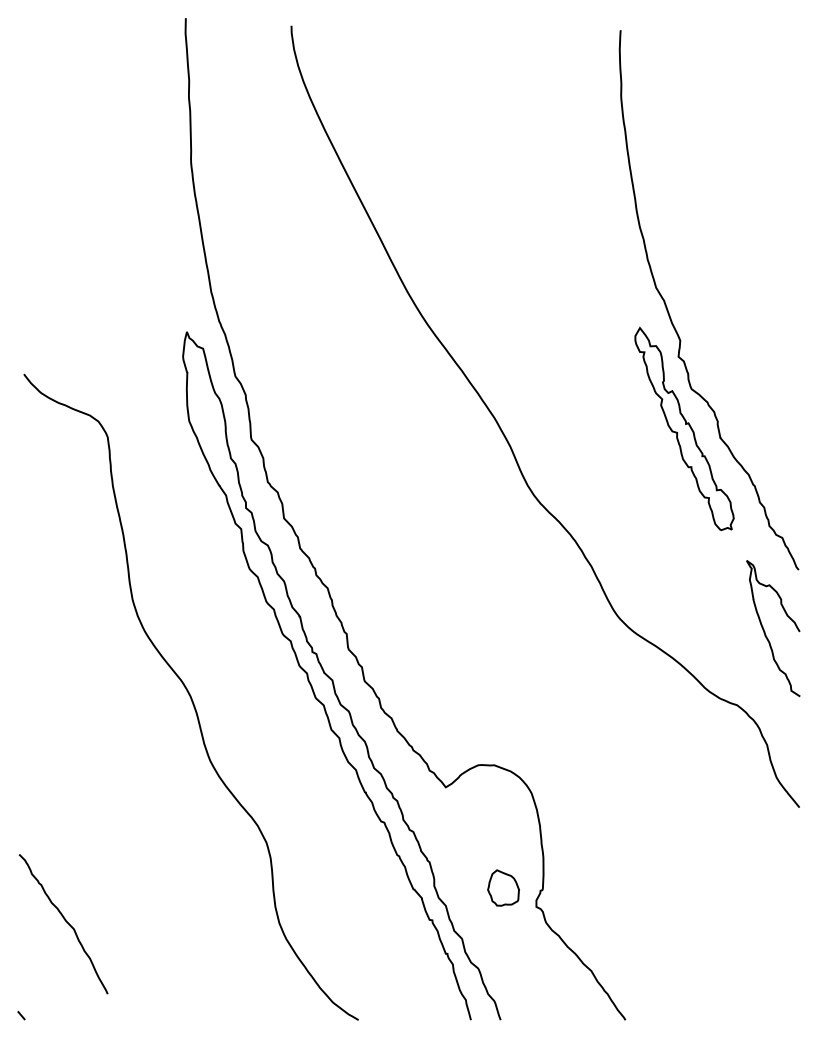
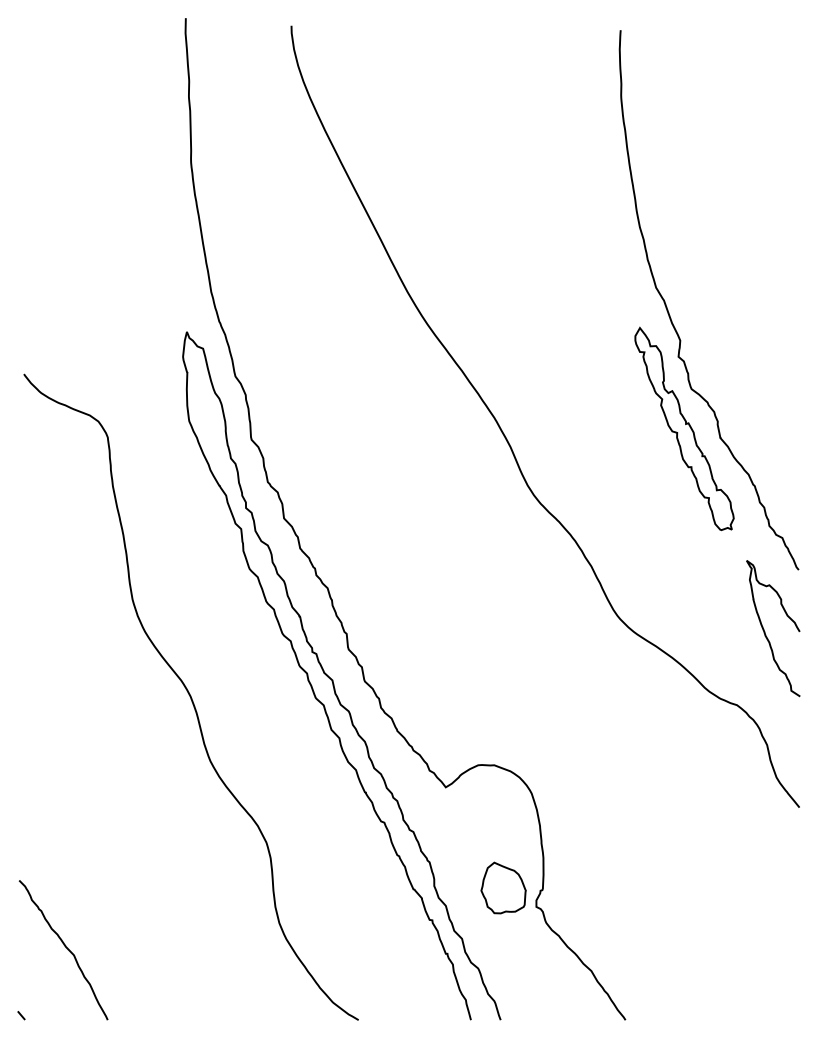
part at (503, 887) size: 33x38 px -> 47x54 px
curve at (65, 921) position: (65, 921) -> (65, 947)
